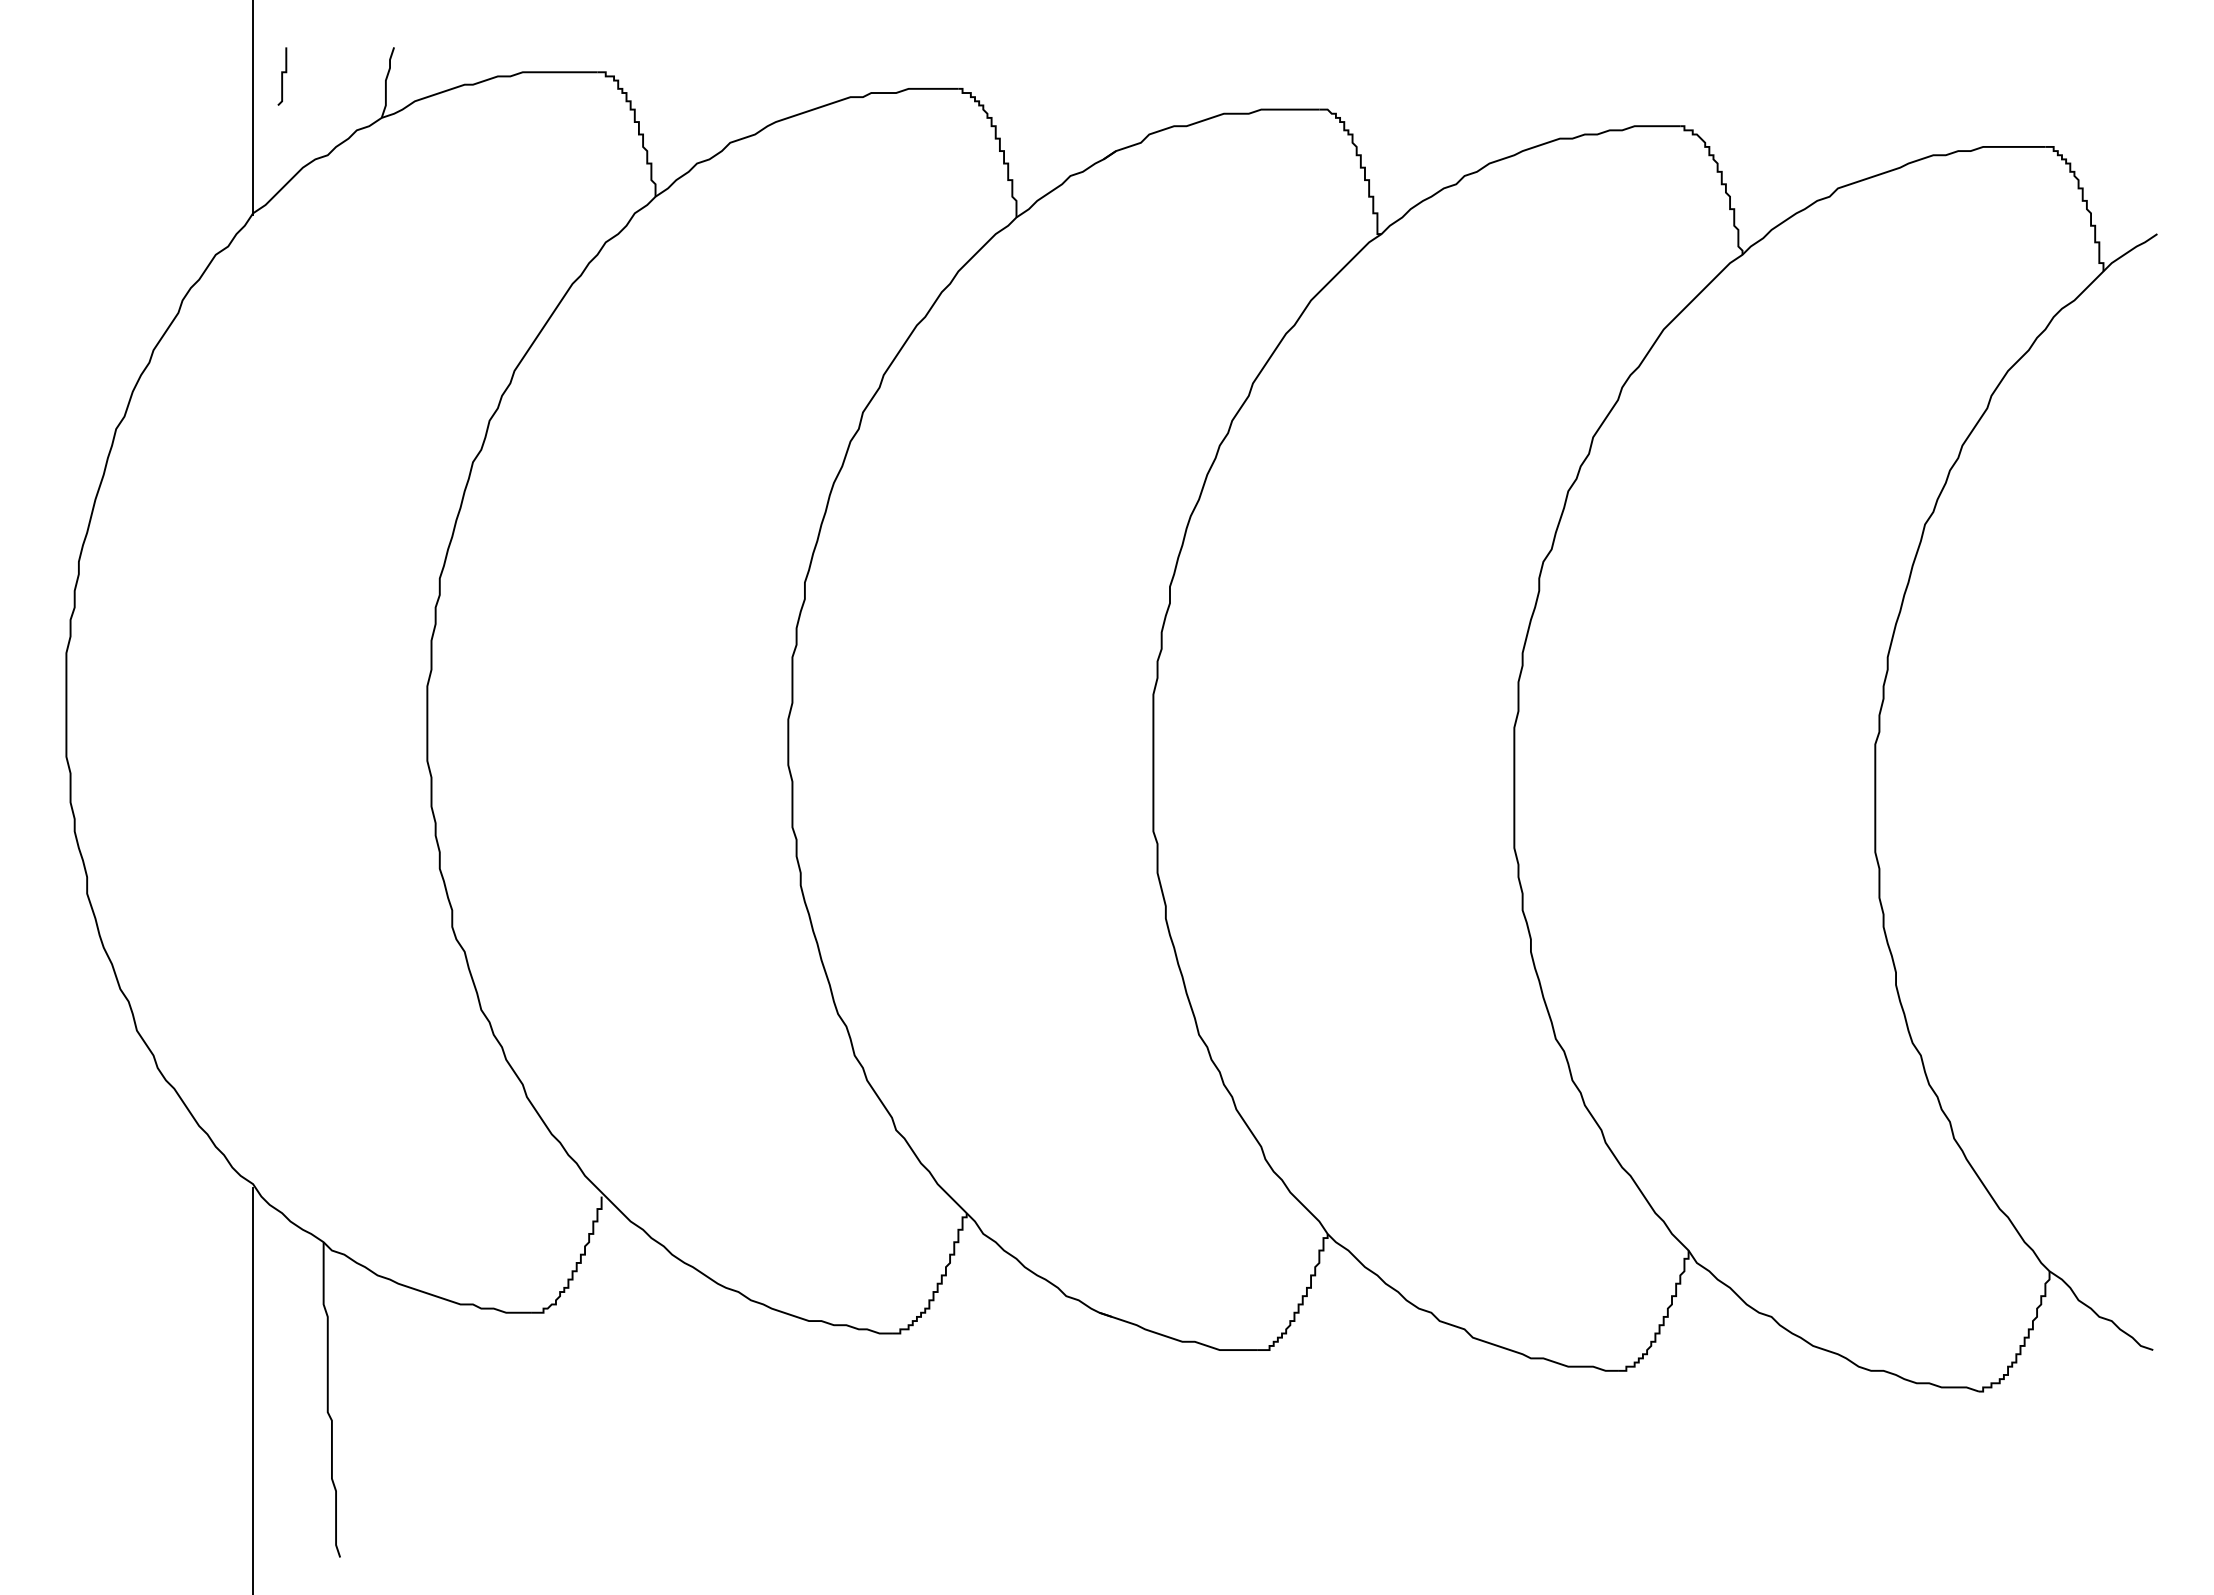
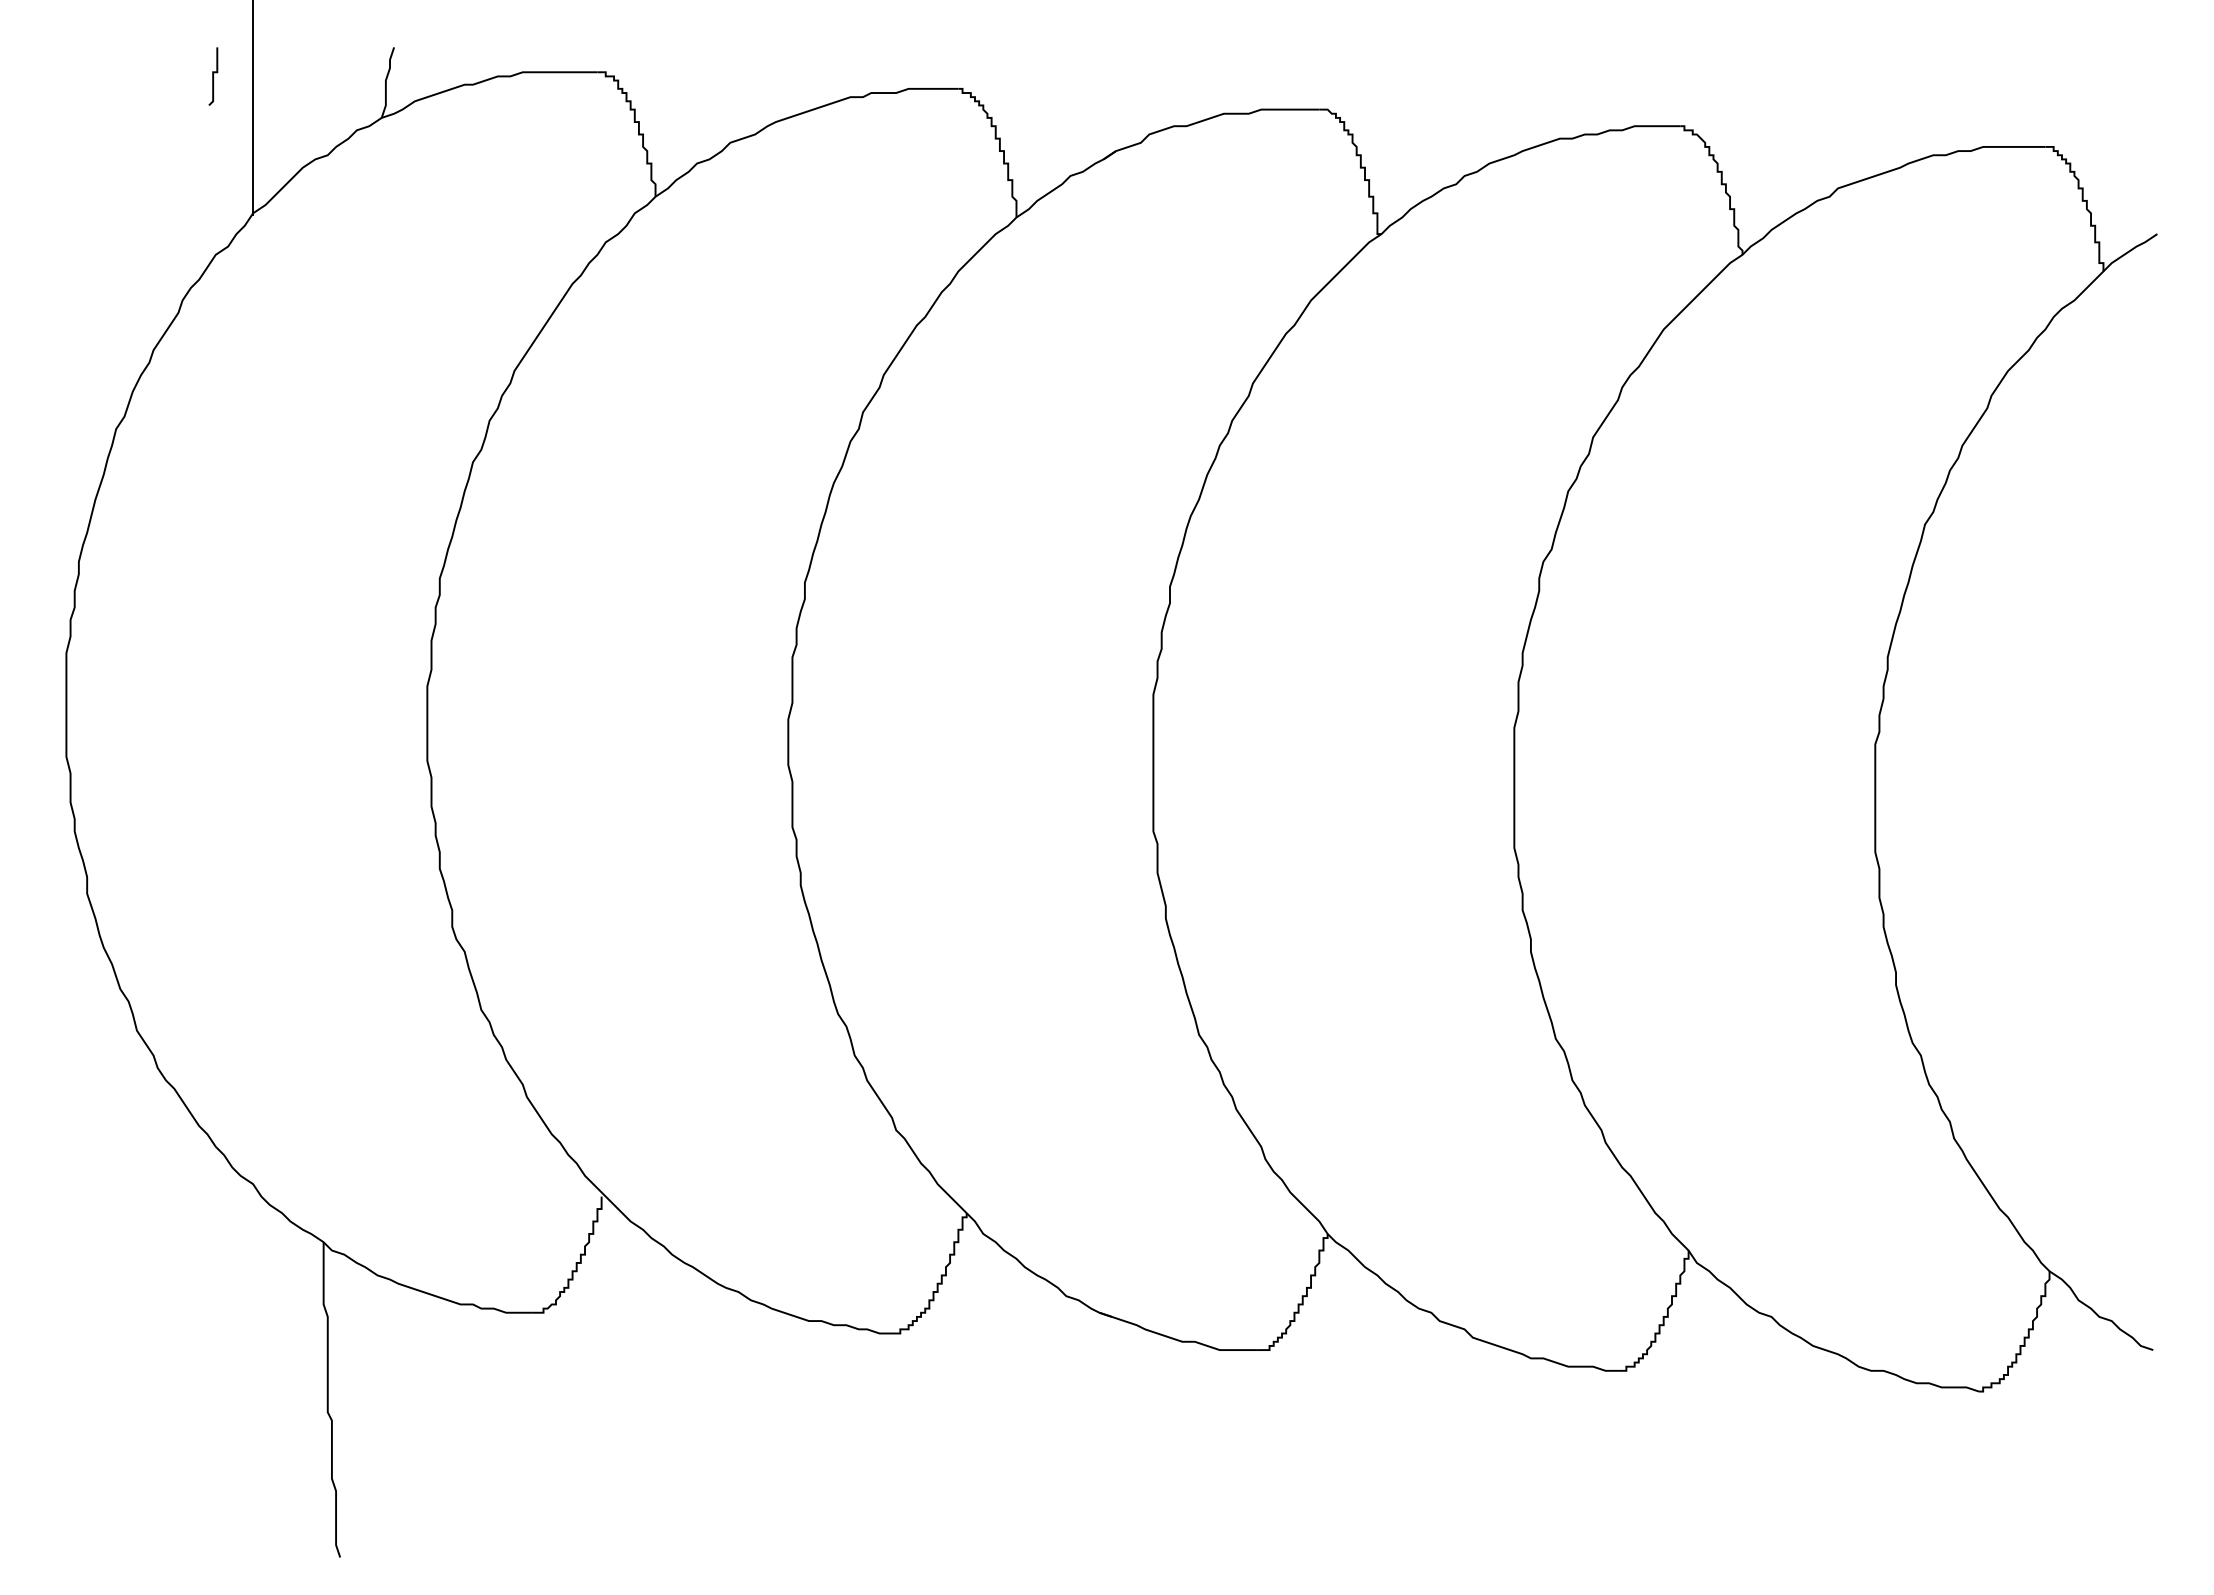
curve at (282, 76) position: (282, 76) -> (213, 76)
line at (253, 1389): present -> none
